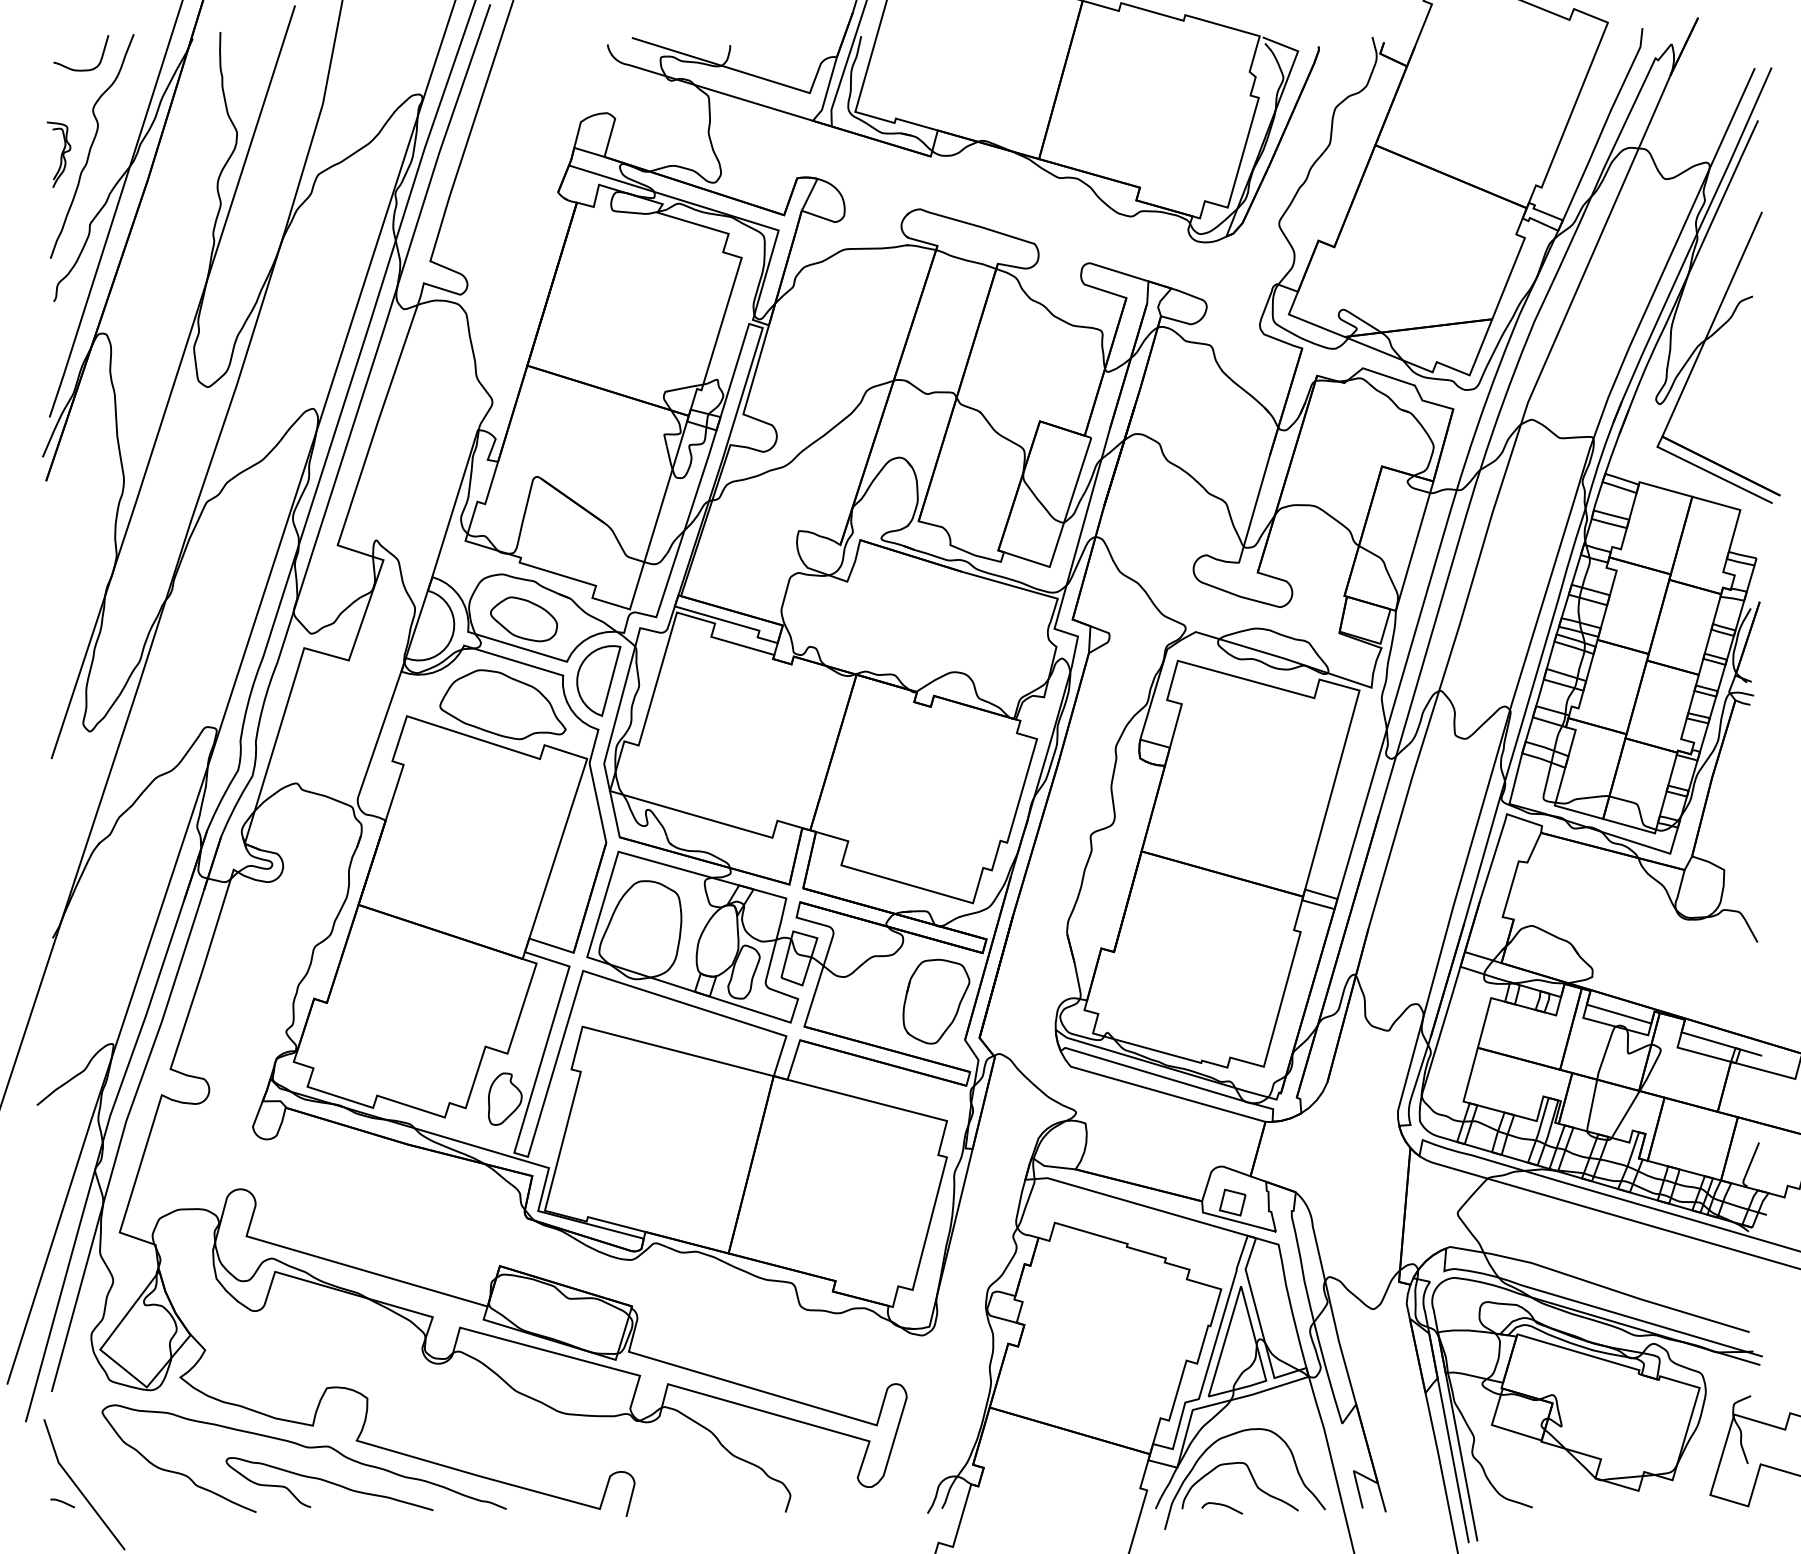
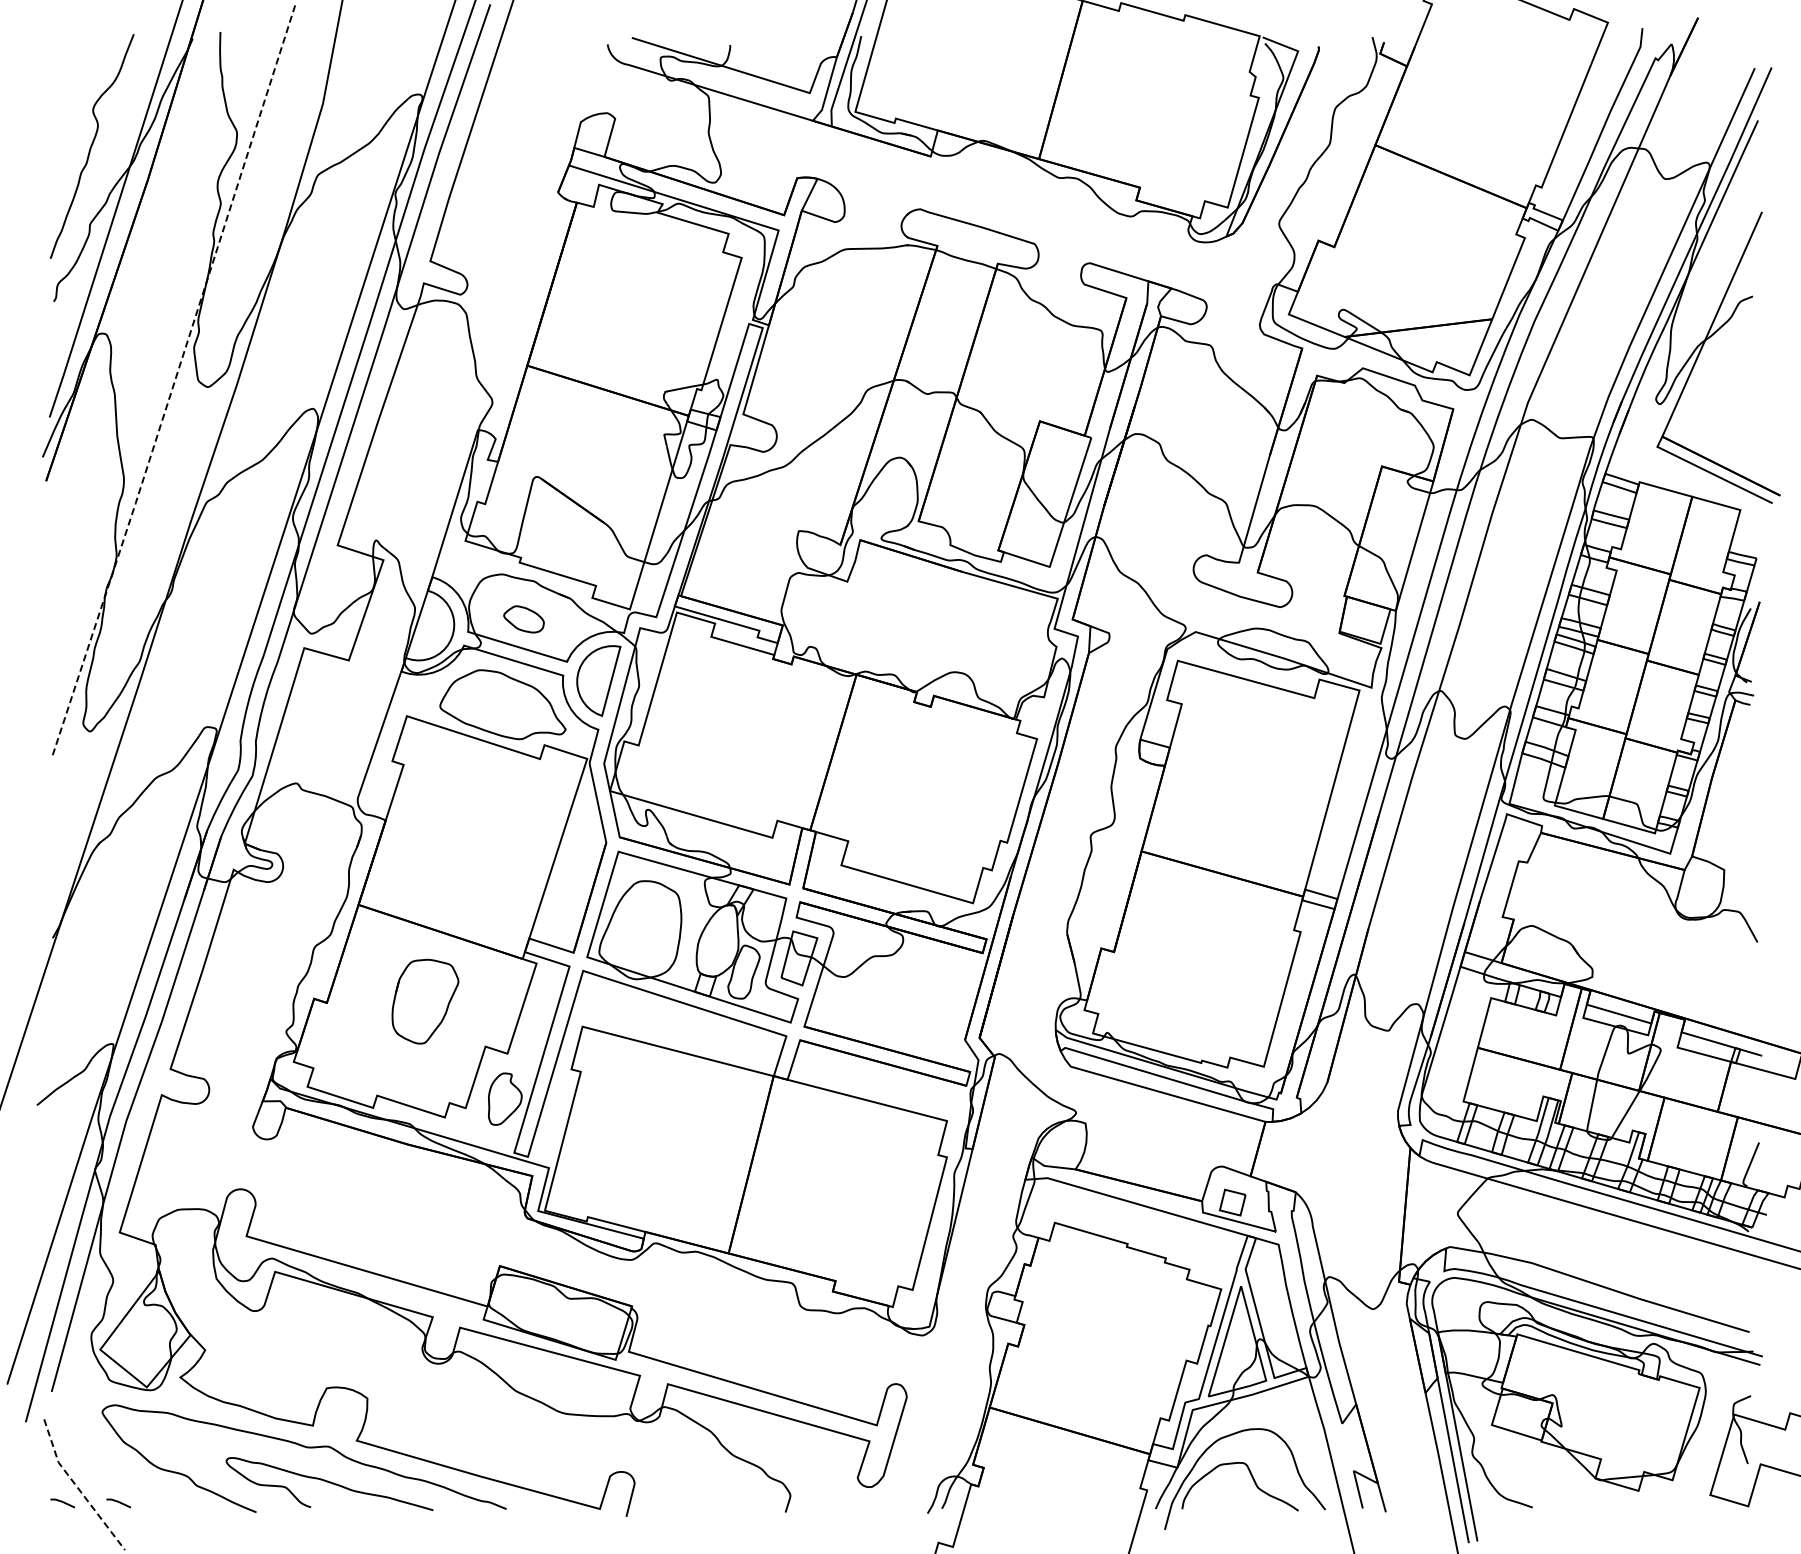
curve at (81, 69): present -> none
part at (59, 154): present -> none
line at (174, 383): solid -> dashed
part at (523, 619) size: 68x47 px -> 42x29 px
part at (936, 1001) position: (936, 1001) -> (425, 1001)
line at (77, 1488): solid -> dashed
line at (118, 1502): none -> present
curve at (1223, 1506): present -> none
